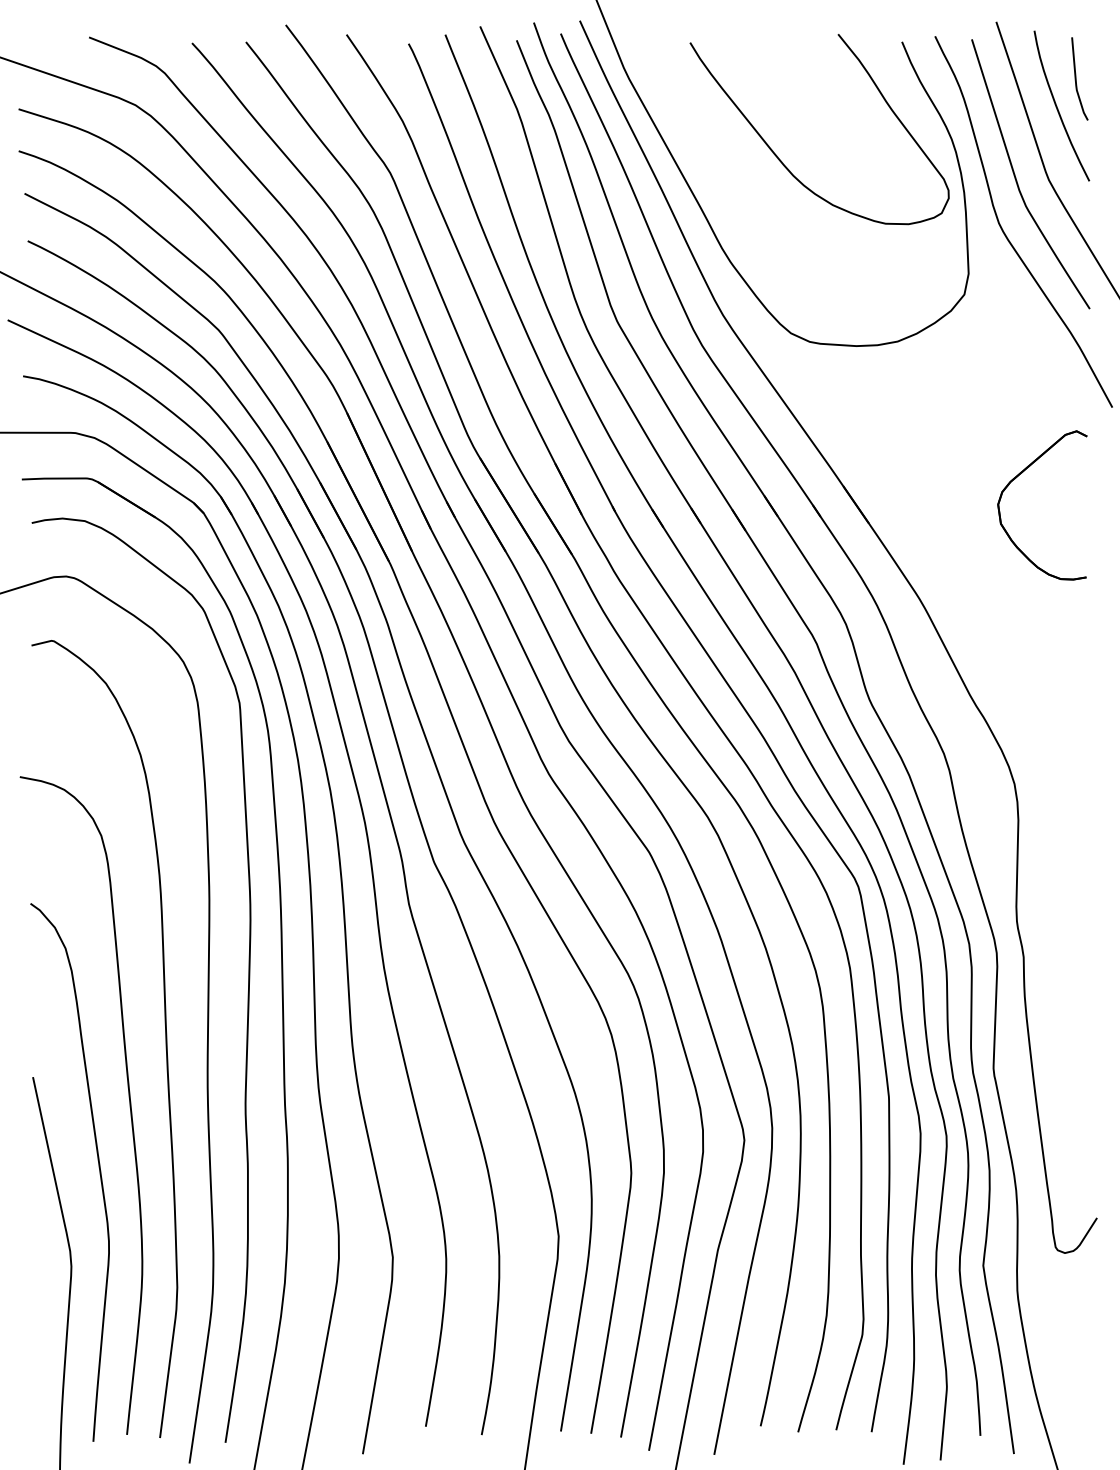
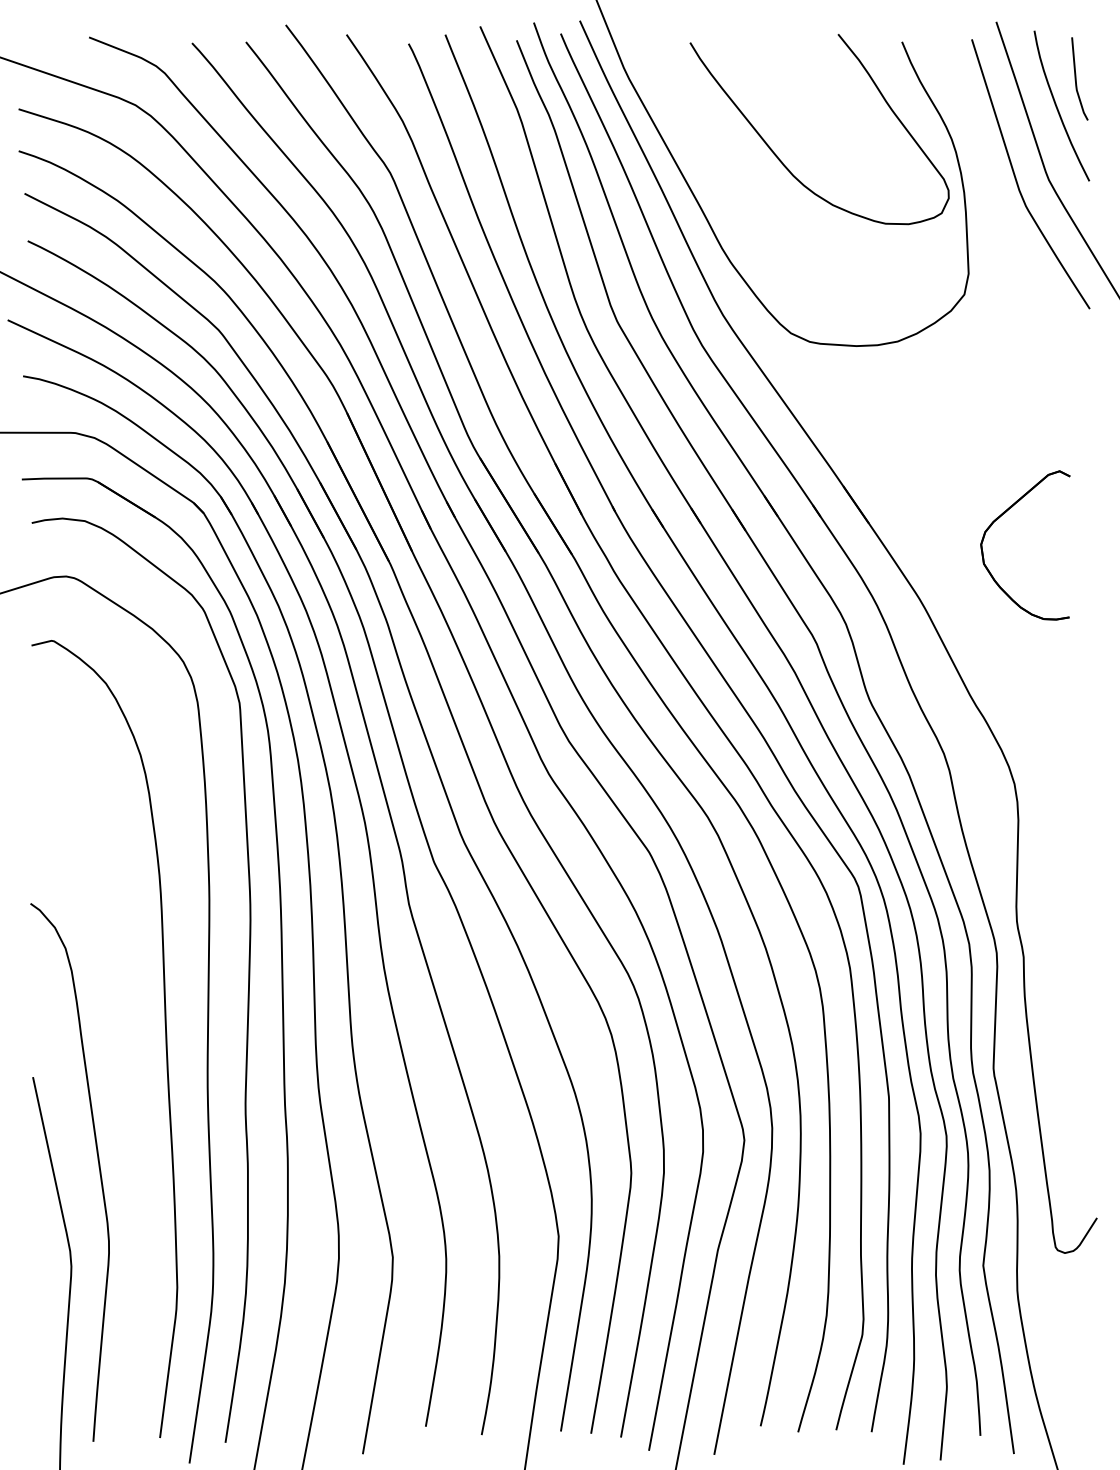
curve at (1004, 231): present -> none
part at (1016, 478) position: (1016, 478) -> (999, 518)
curve at (128, 1097): present -> none
